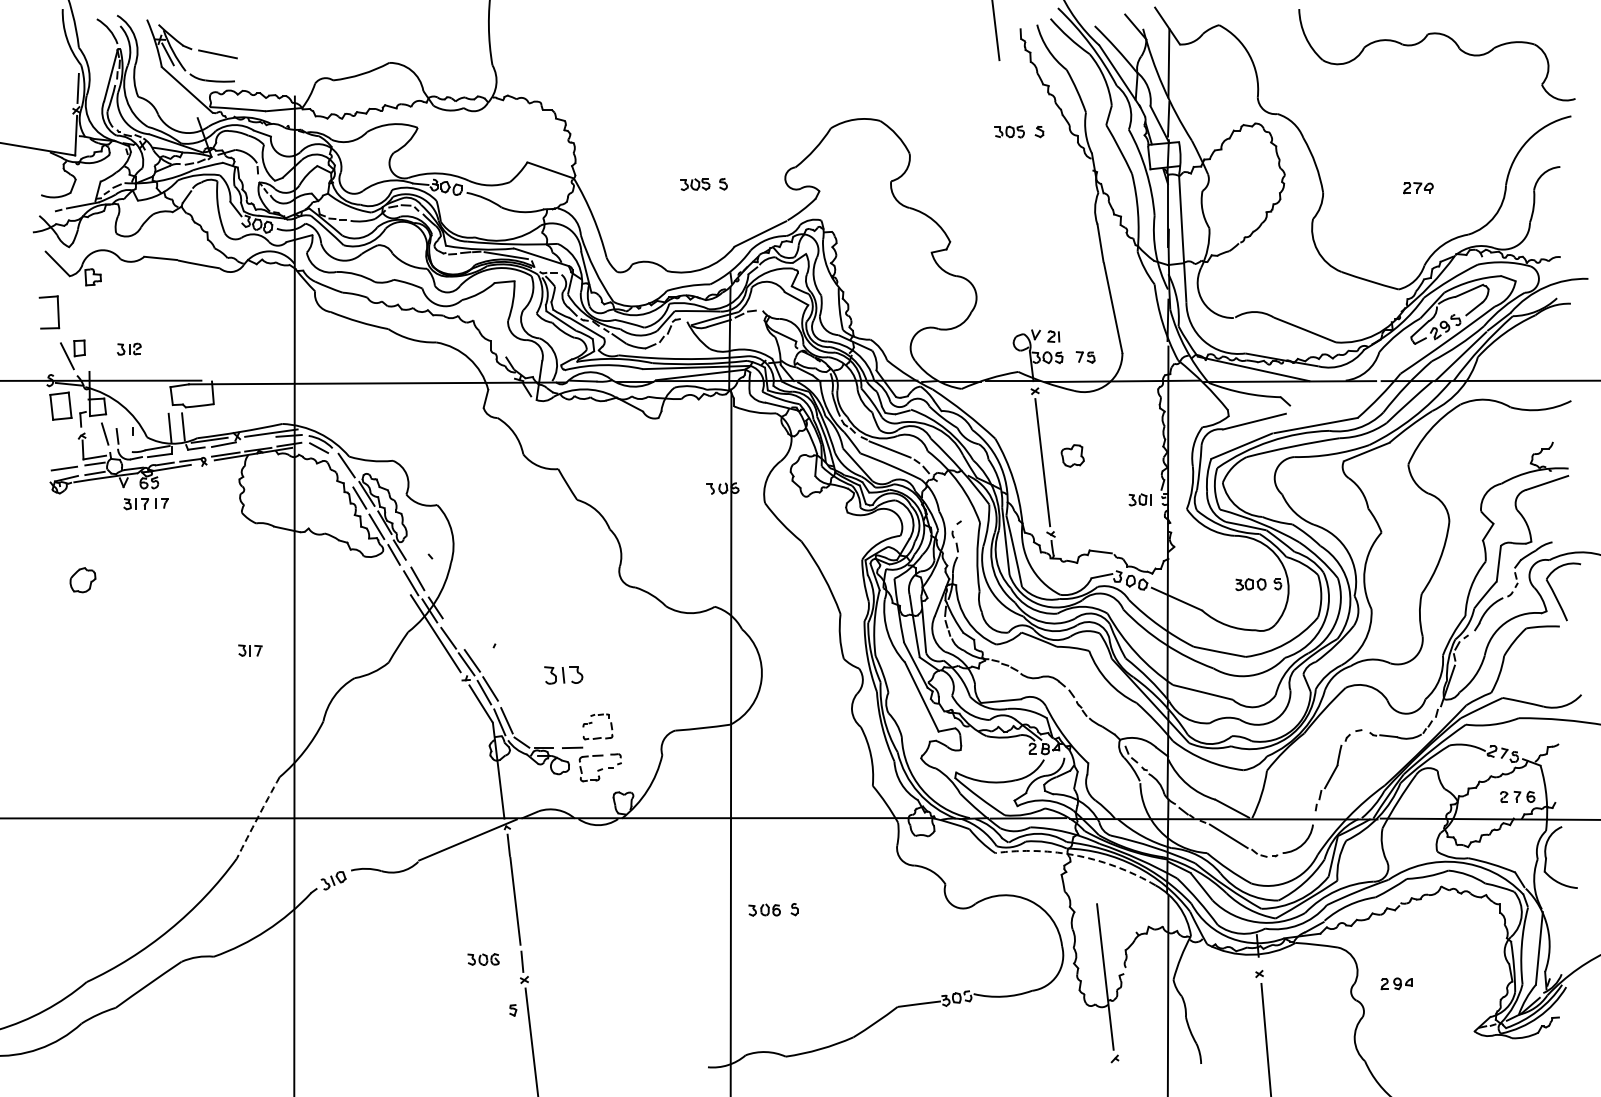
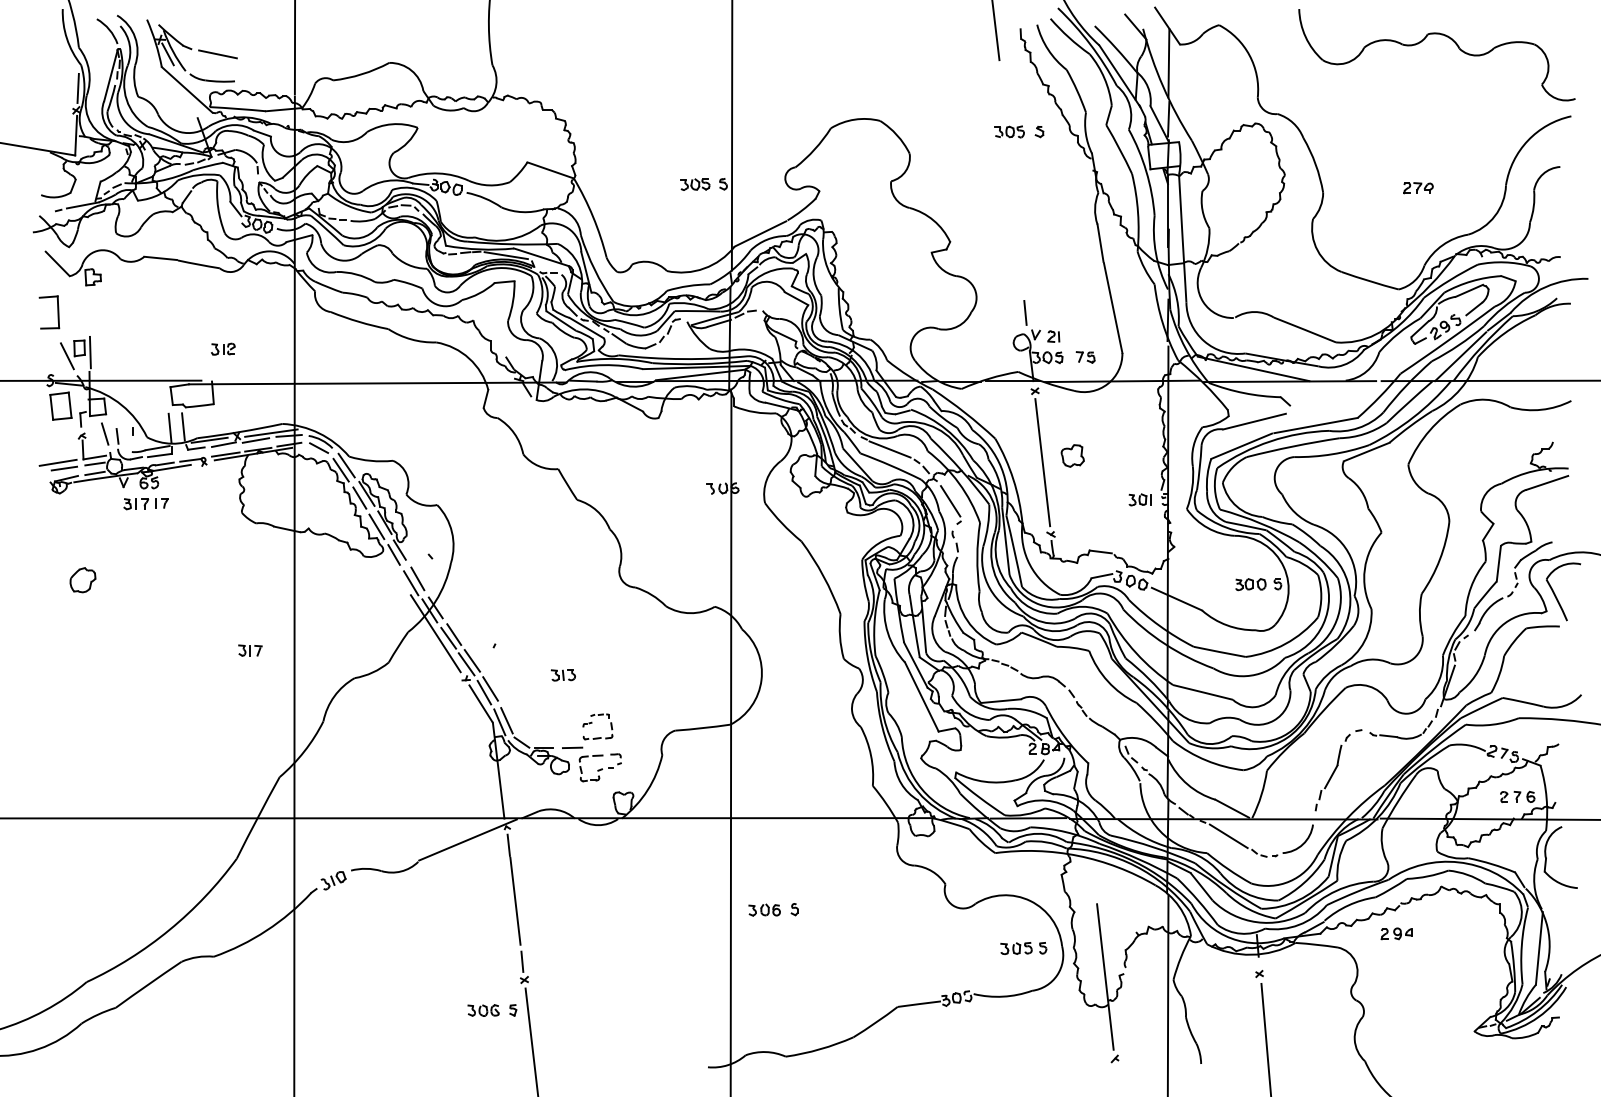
line at (294, 48): none -> present
line at (731, 136): none -> present
line at (1025, 312): none -> present
part at (129, 348) position: (129, 348) -> (223, 348)
line at (89, 352): none -> present
line at (255, 440): none -> present
line at (57, 462): none -> present
line at (340, 469): none -> present
line at (950, 501): none -> present
line at (454, 634): none -> present
part at (563, 675) size: 40x19 px -> 26x13 px
arc at (257, 817): dashed -> solid
arc at (1078, 855): dashed -> solid
part at (1023, 948): none -> present
part at (483, 959) position: (483, 959) -> (483, 1010)
part at (1396, 983) position: (1396, 983) -> (1396, 933)
